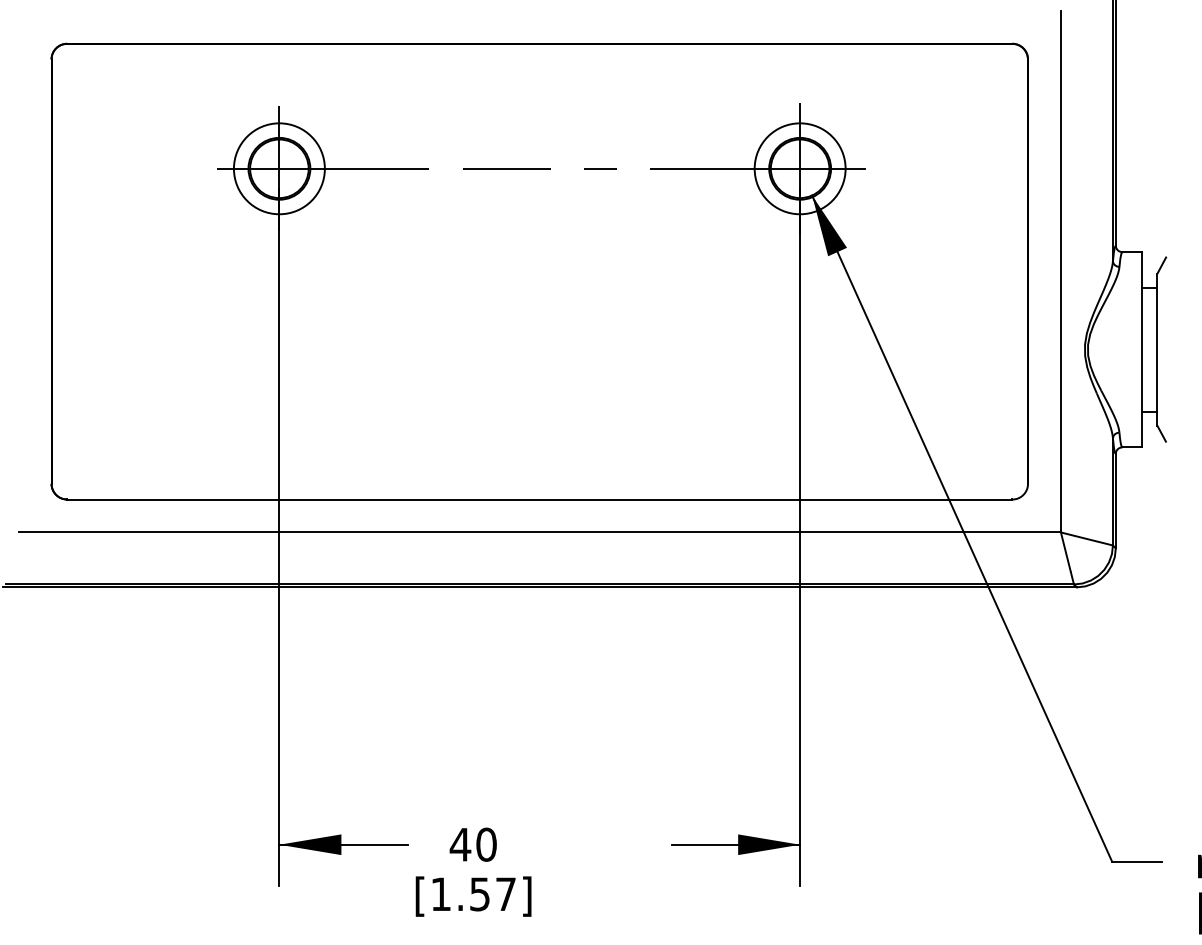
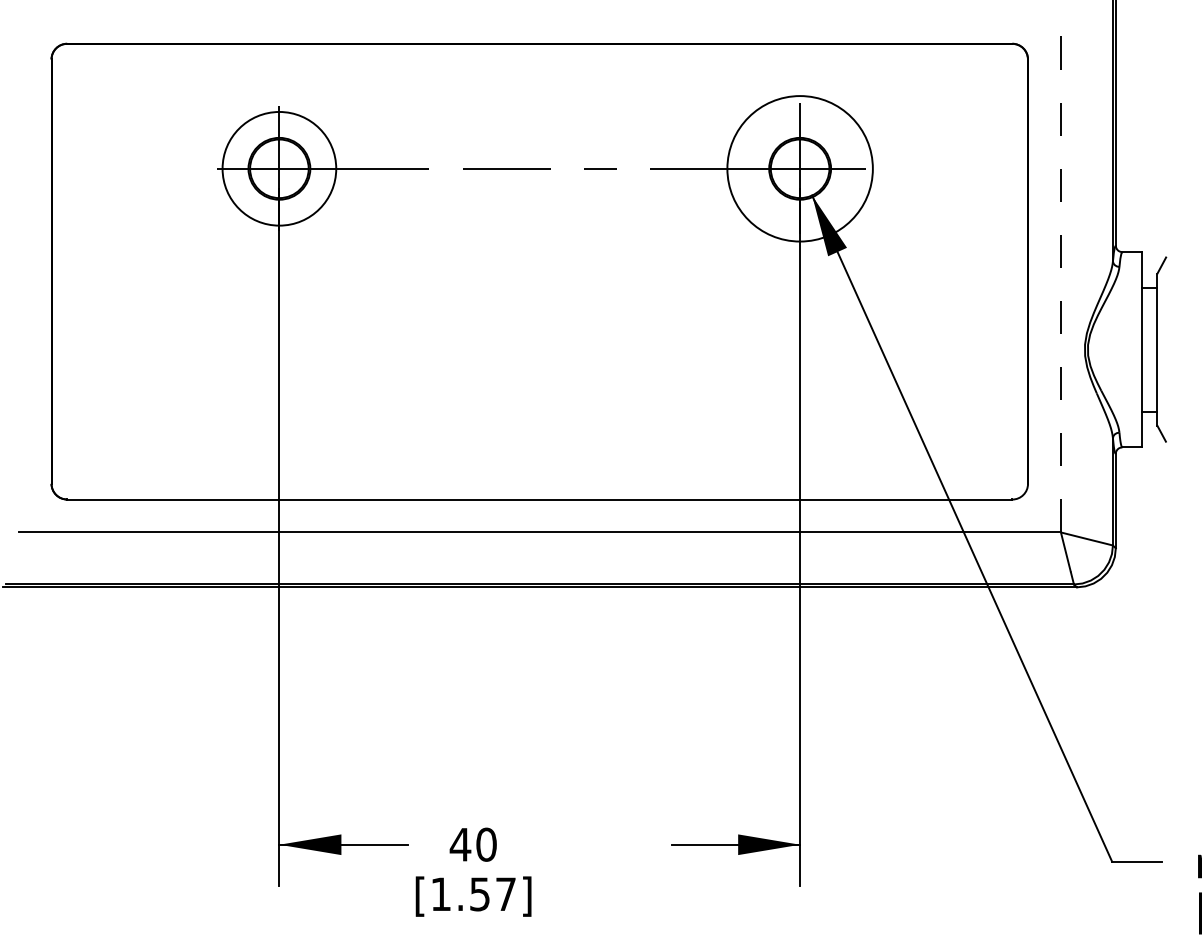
circle at (278, 168) diameter: 91 px -> 114 px
circle at (799, 168) diameter: 91 px -> 145 px
line at (1060, 271): solid -> dashed
